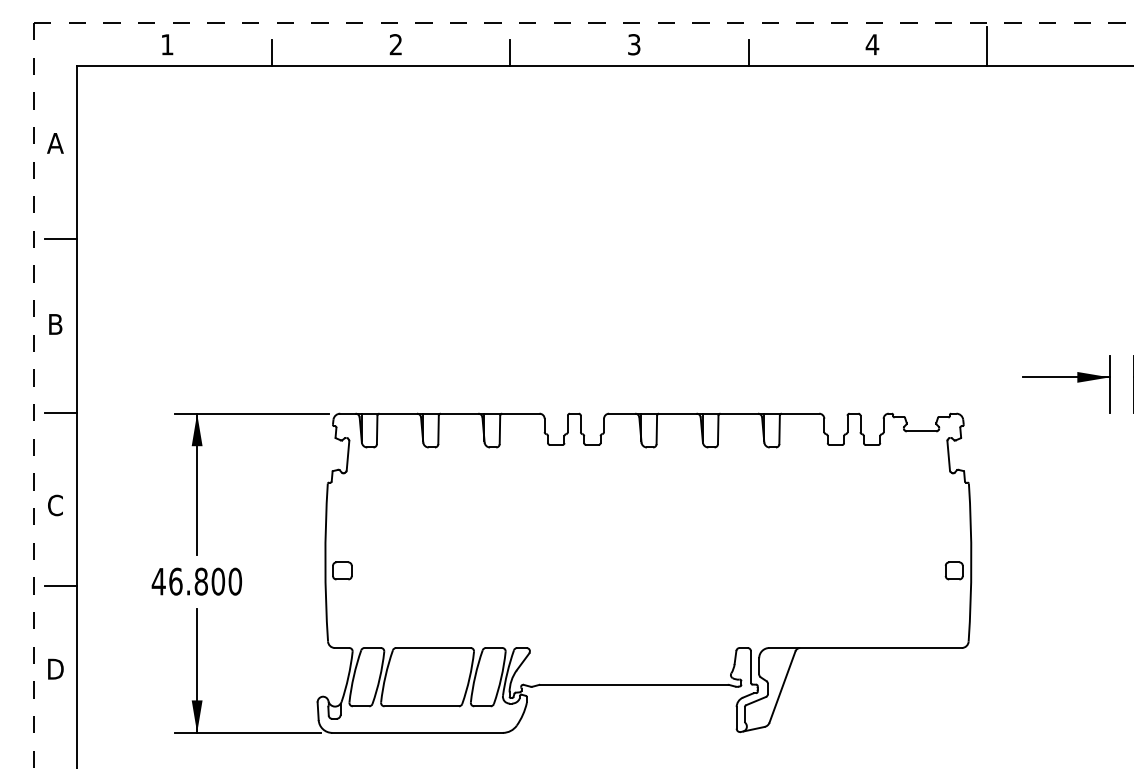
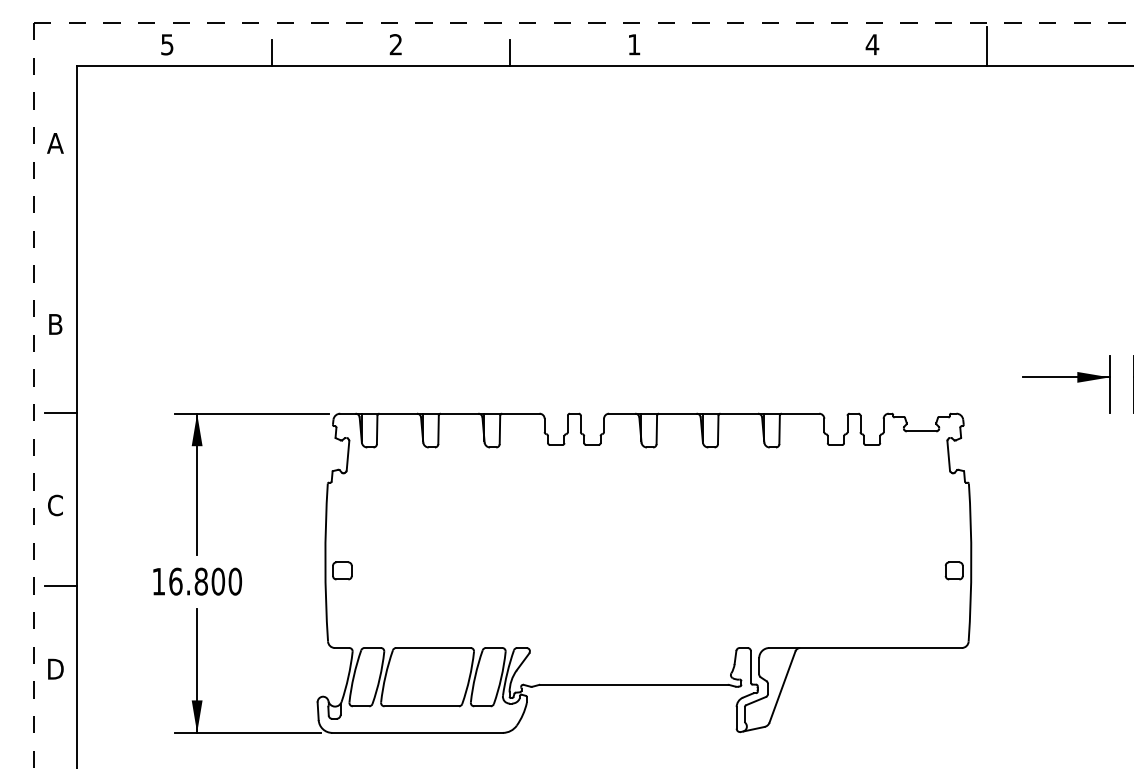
text at (167, 44): 1 -> 5
text at (634, 44): 3 -> 1
line at (748, 53): present -> none
line at (61, 239): present -> none
text at (158, 581): 46.800 -> 16.800
